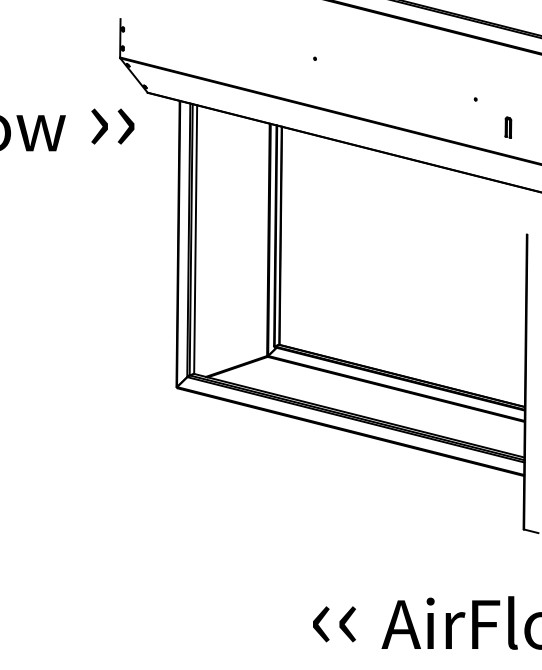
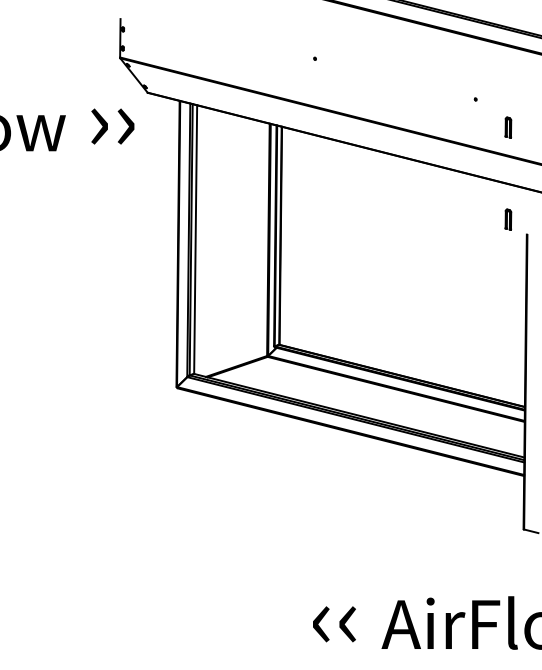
part at (508, 219): none -> present
